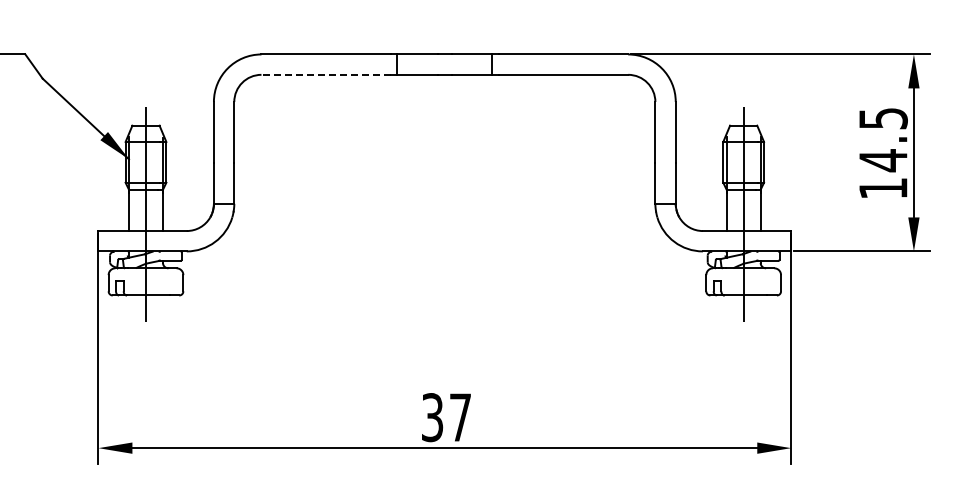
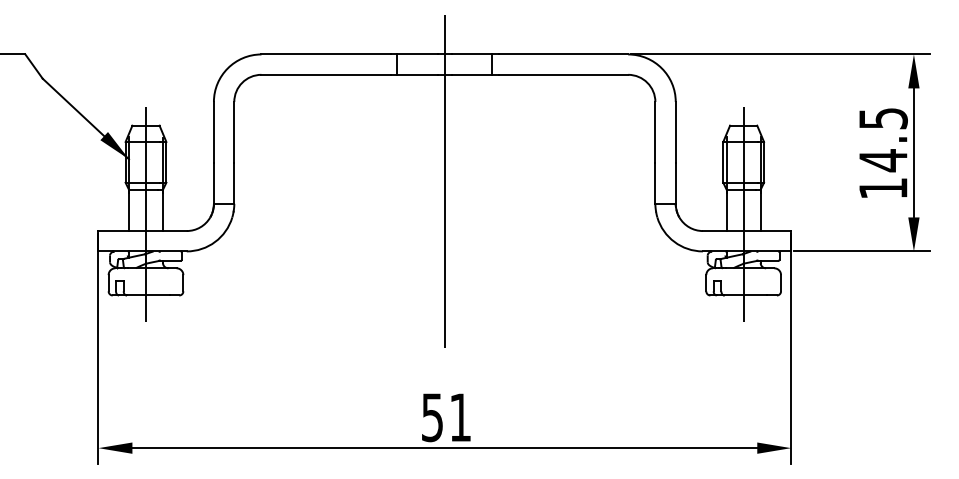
line at (326, 74): dashed -> solid
line at (444, 182): none -> present
text at (446, 417): 37 -> 51
